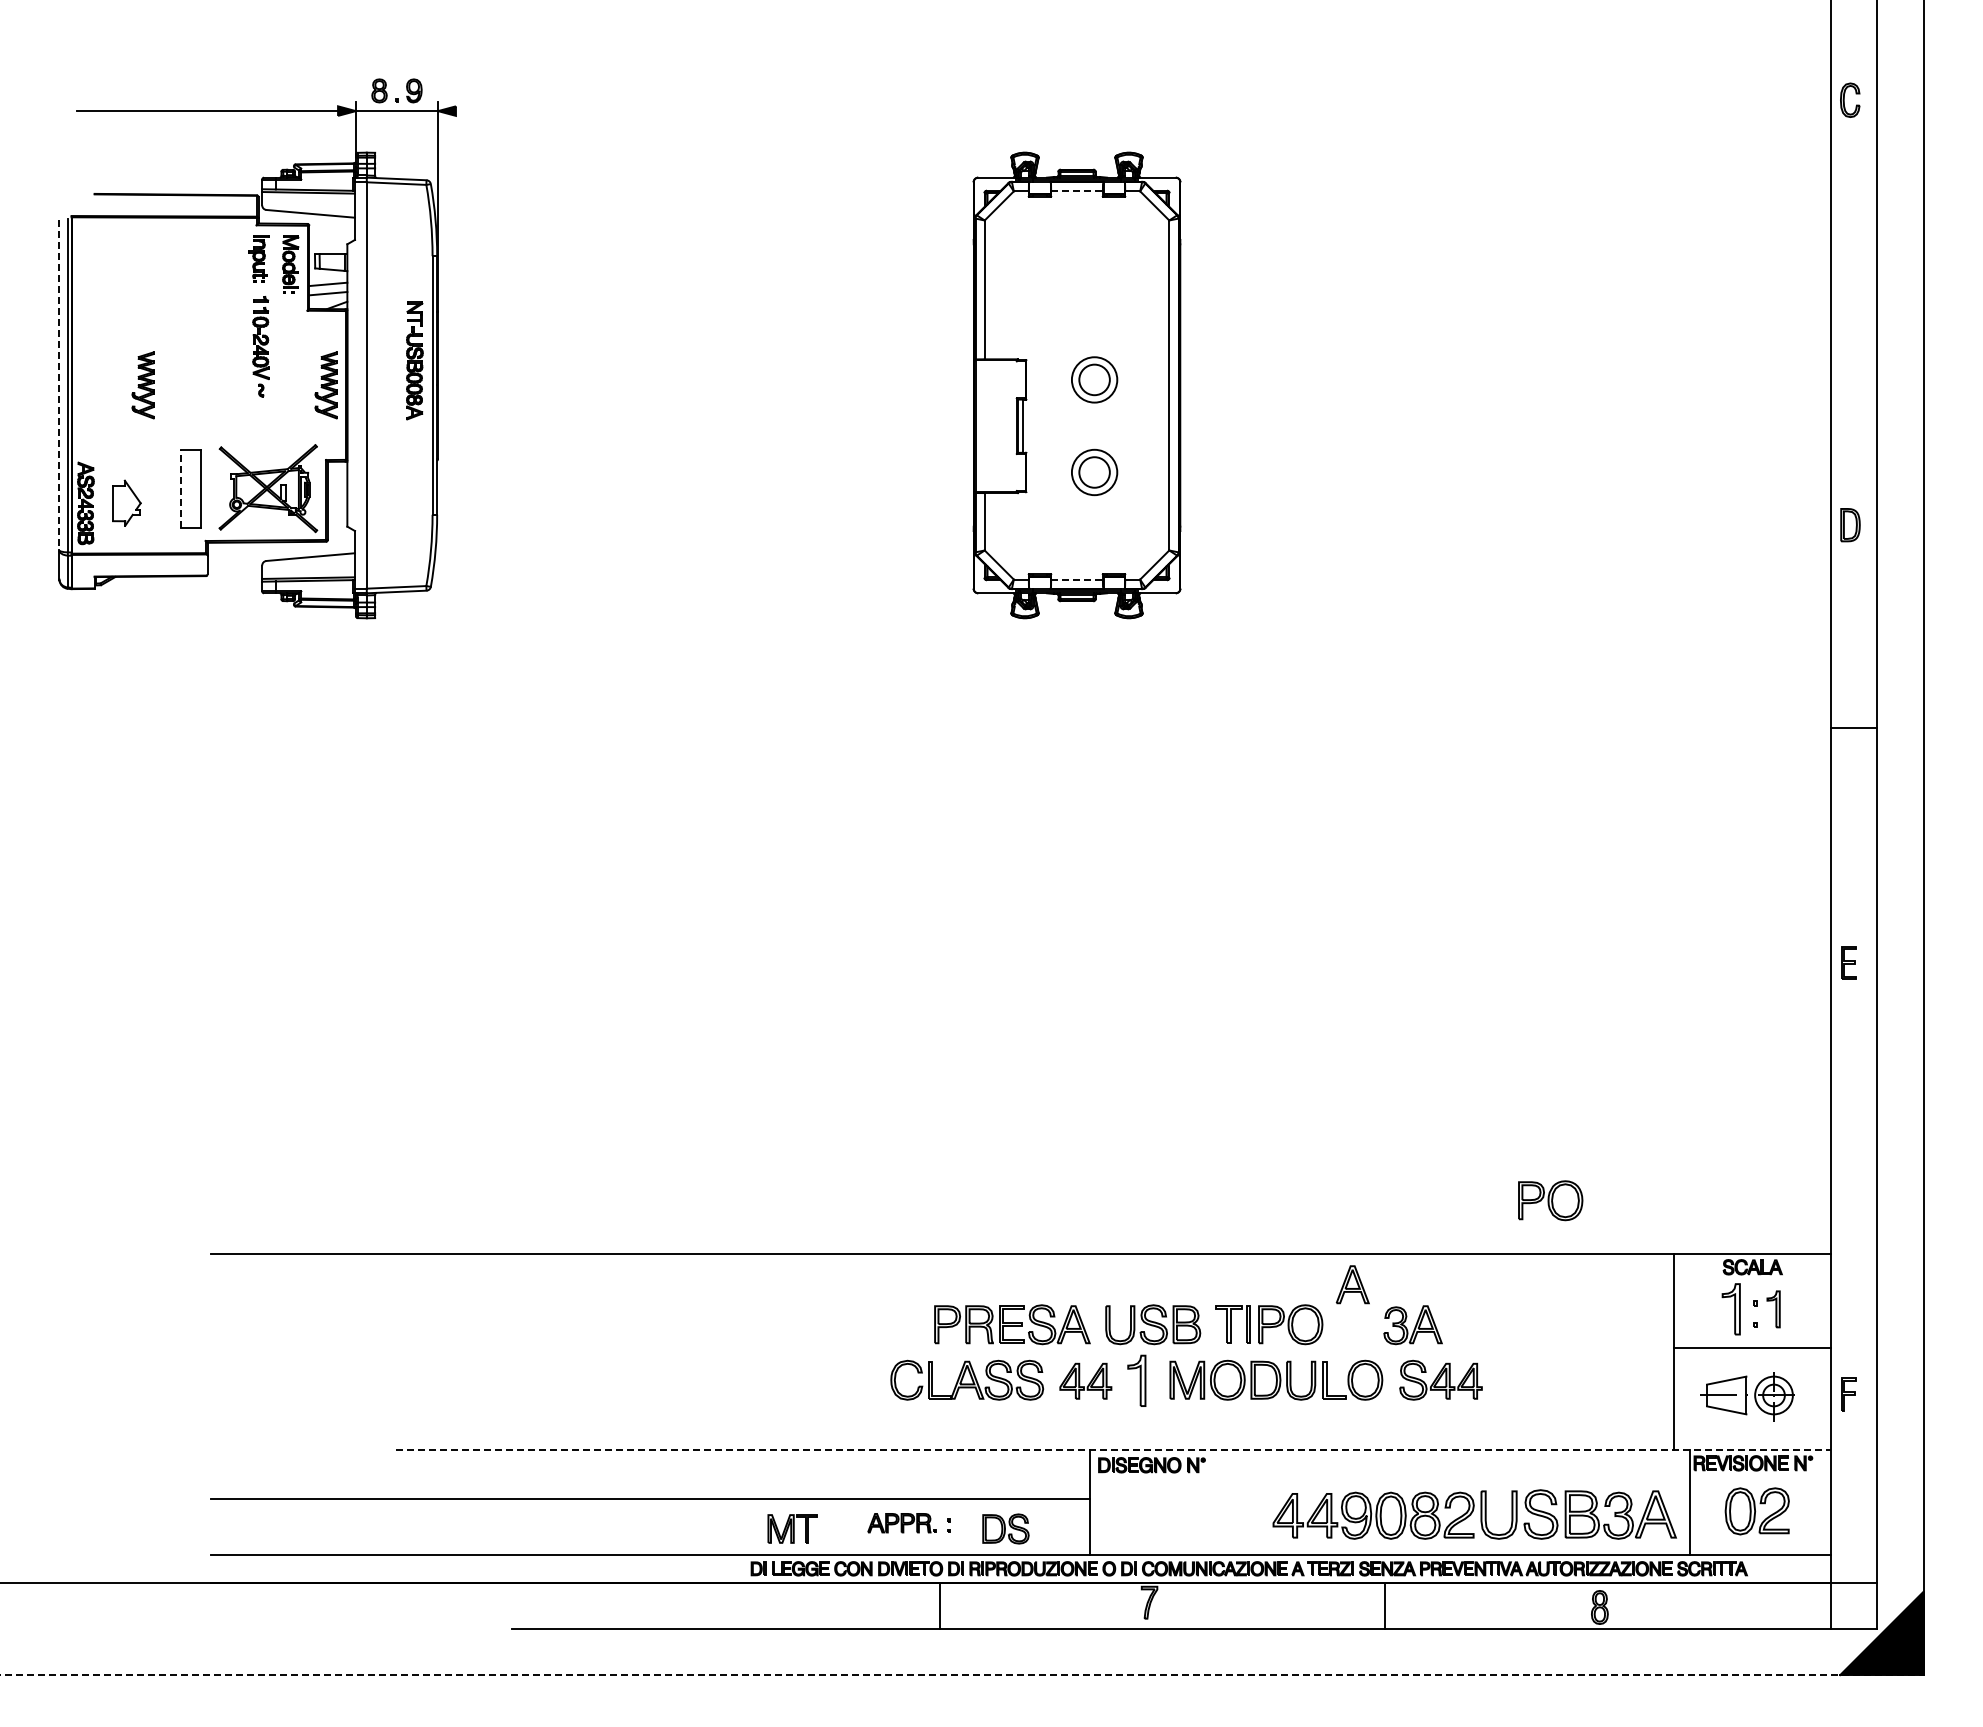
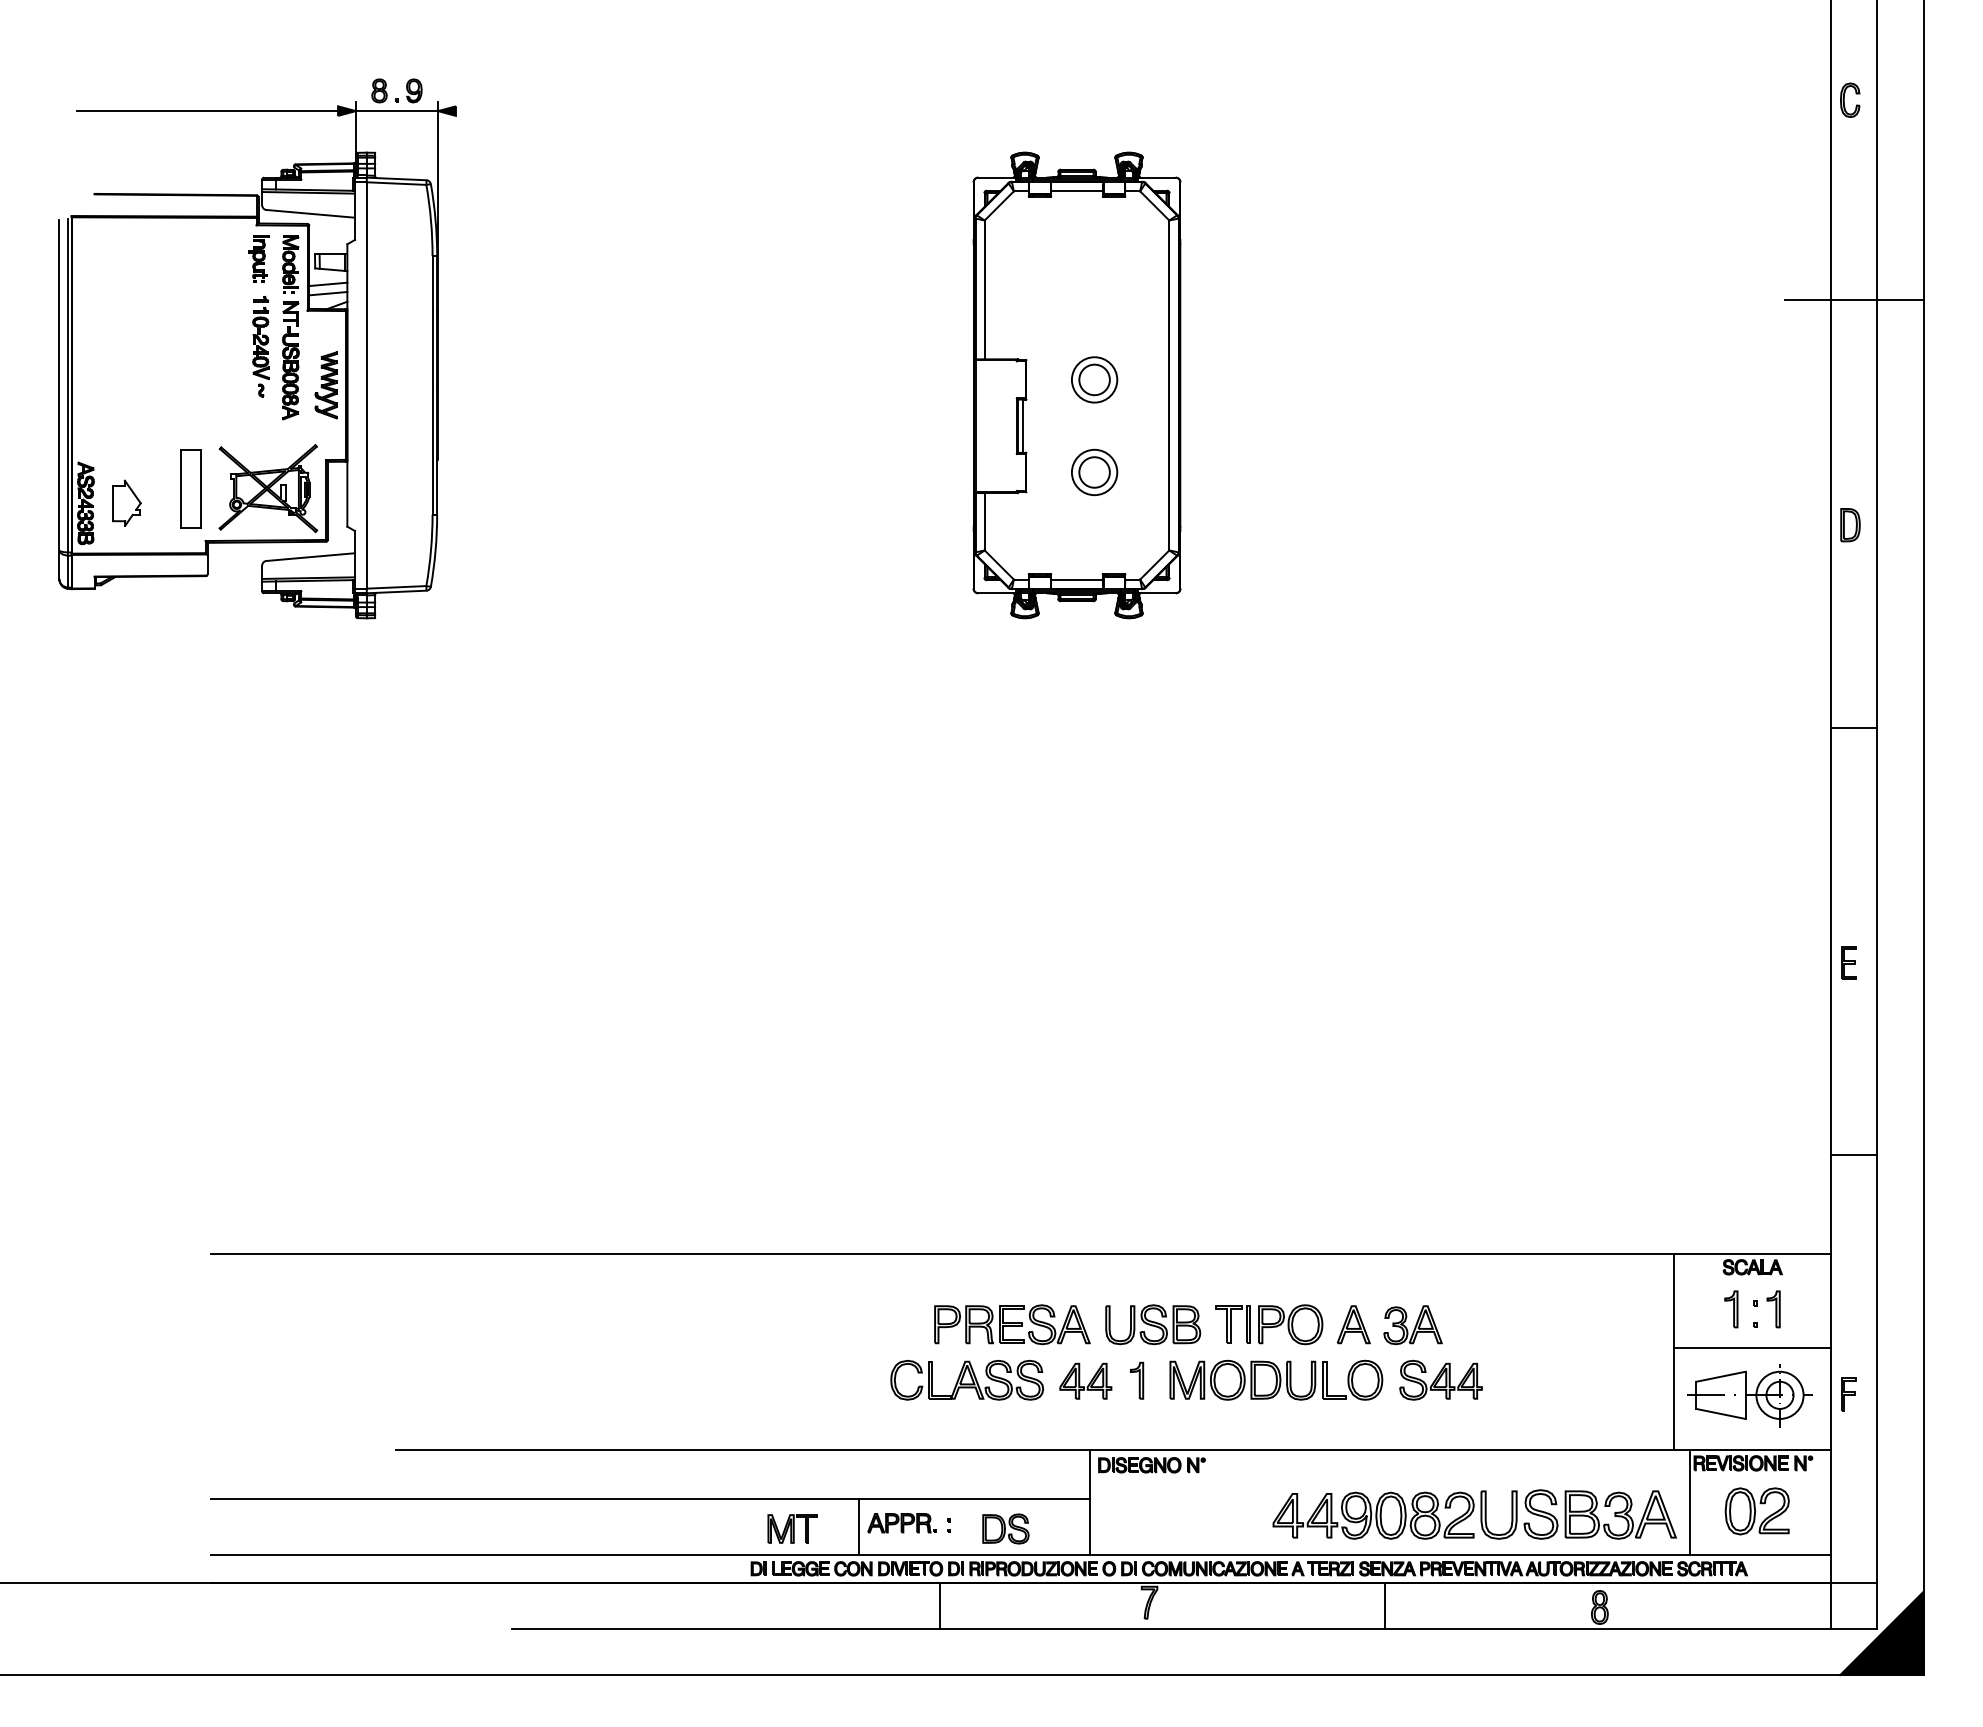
line at (1077, 191): dashed -> solid
line at (1853, 300): none -> present
part at (414, 360) position: (414, 360) -> (290, 360)
line at (59, 385): dashed -> solid
part at (142, 385): present -> none
line at (181, 489): dashed -> solid
line at (1077, 579): dashed -> solid
line at (1853, 1155): none -> present
part at (1550, 1200): present -> none
part at (1352, 1284) position: (1352, 1284) -> (1353, 1324)
part at (1730, 1309) size: 20x53 px -> 15x39 px
part at (1136, 1380) size: 20x53 px -> 15x39 px
part at (1747, 1396) size: 95x50 px -> 126x64 px
line at (1114, 1450): dashed -> solid
line at (858, 1526): none -> present
line at (962, 1675): dashed -> solid
